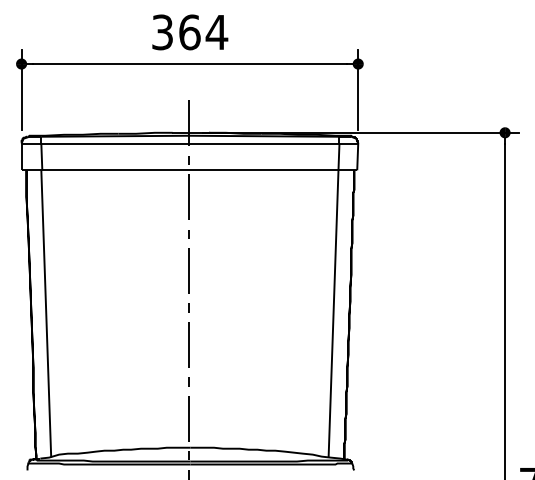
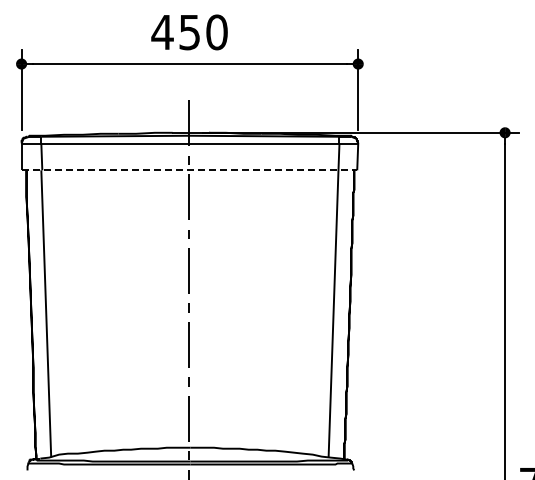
text at (189, 32): 364 -> 450
line at (189, 170): solid -> dashed
